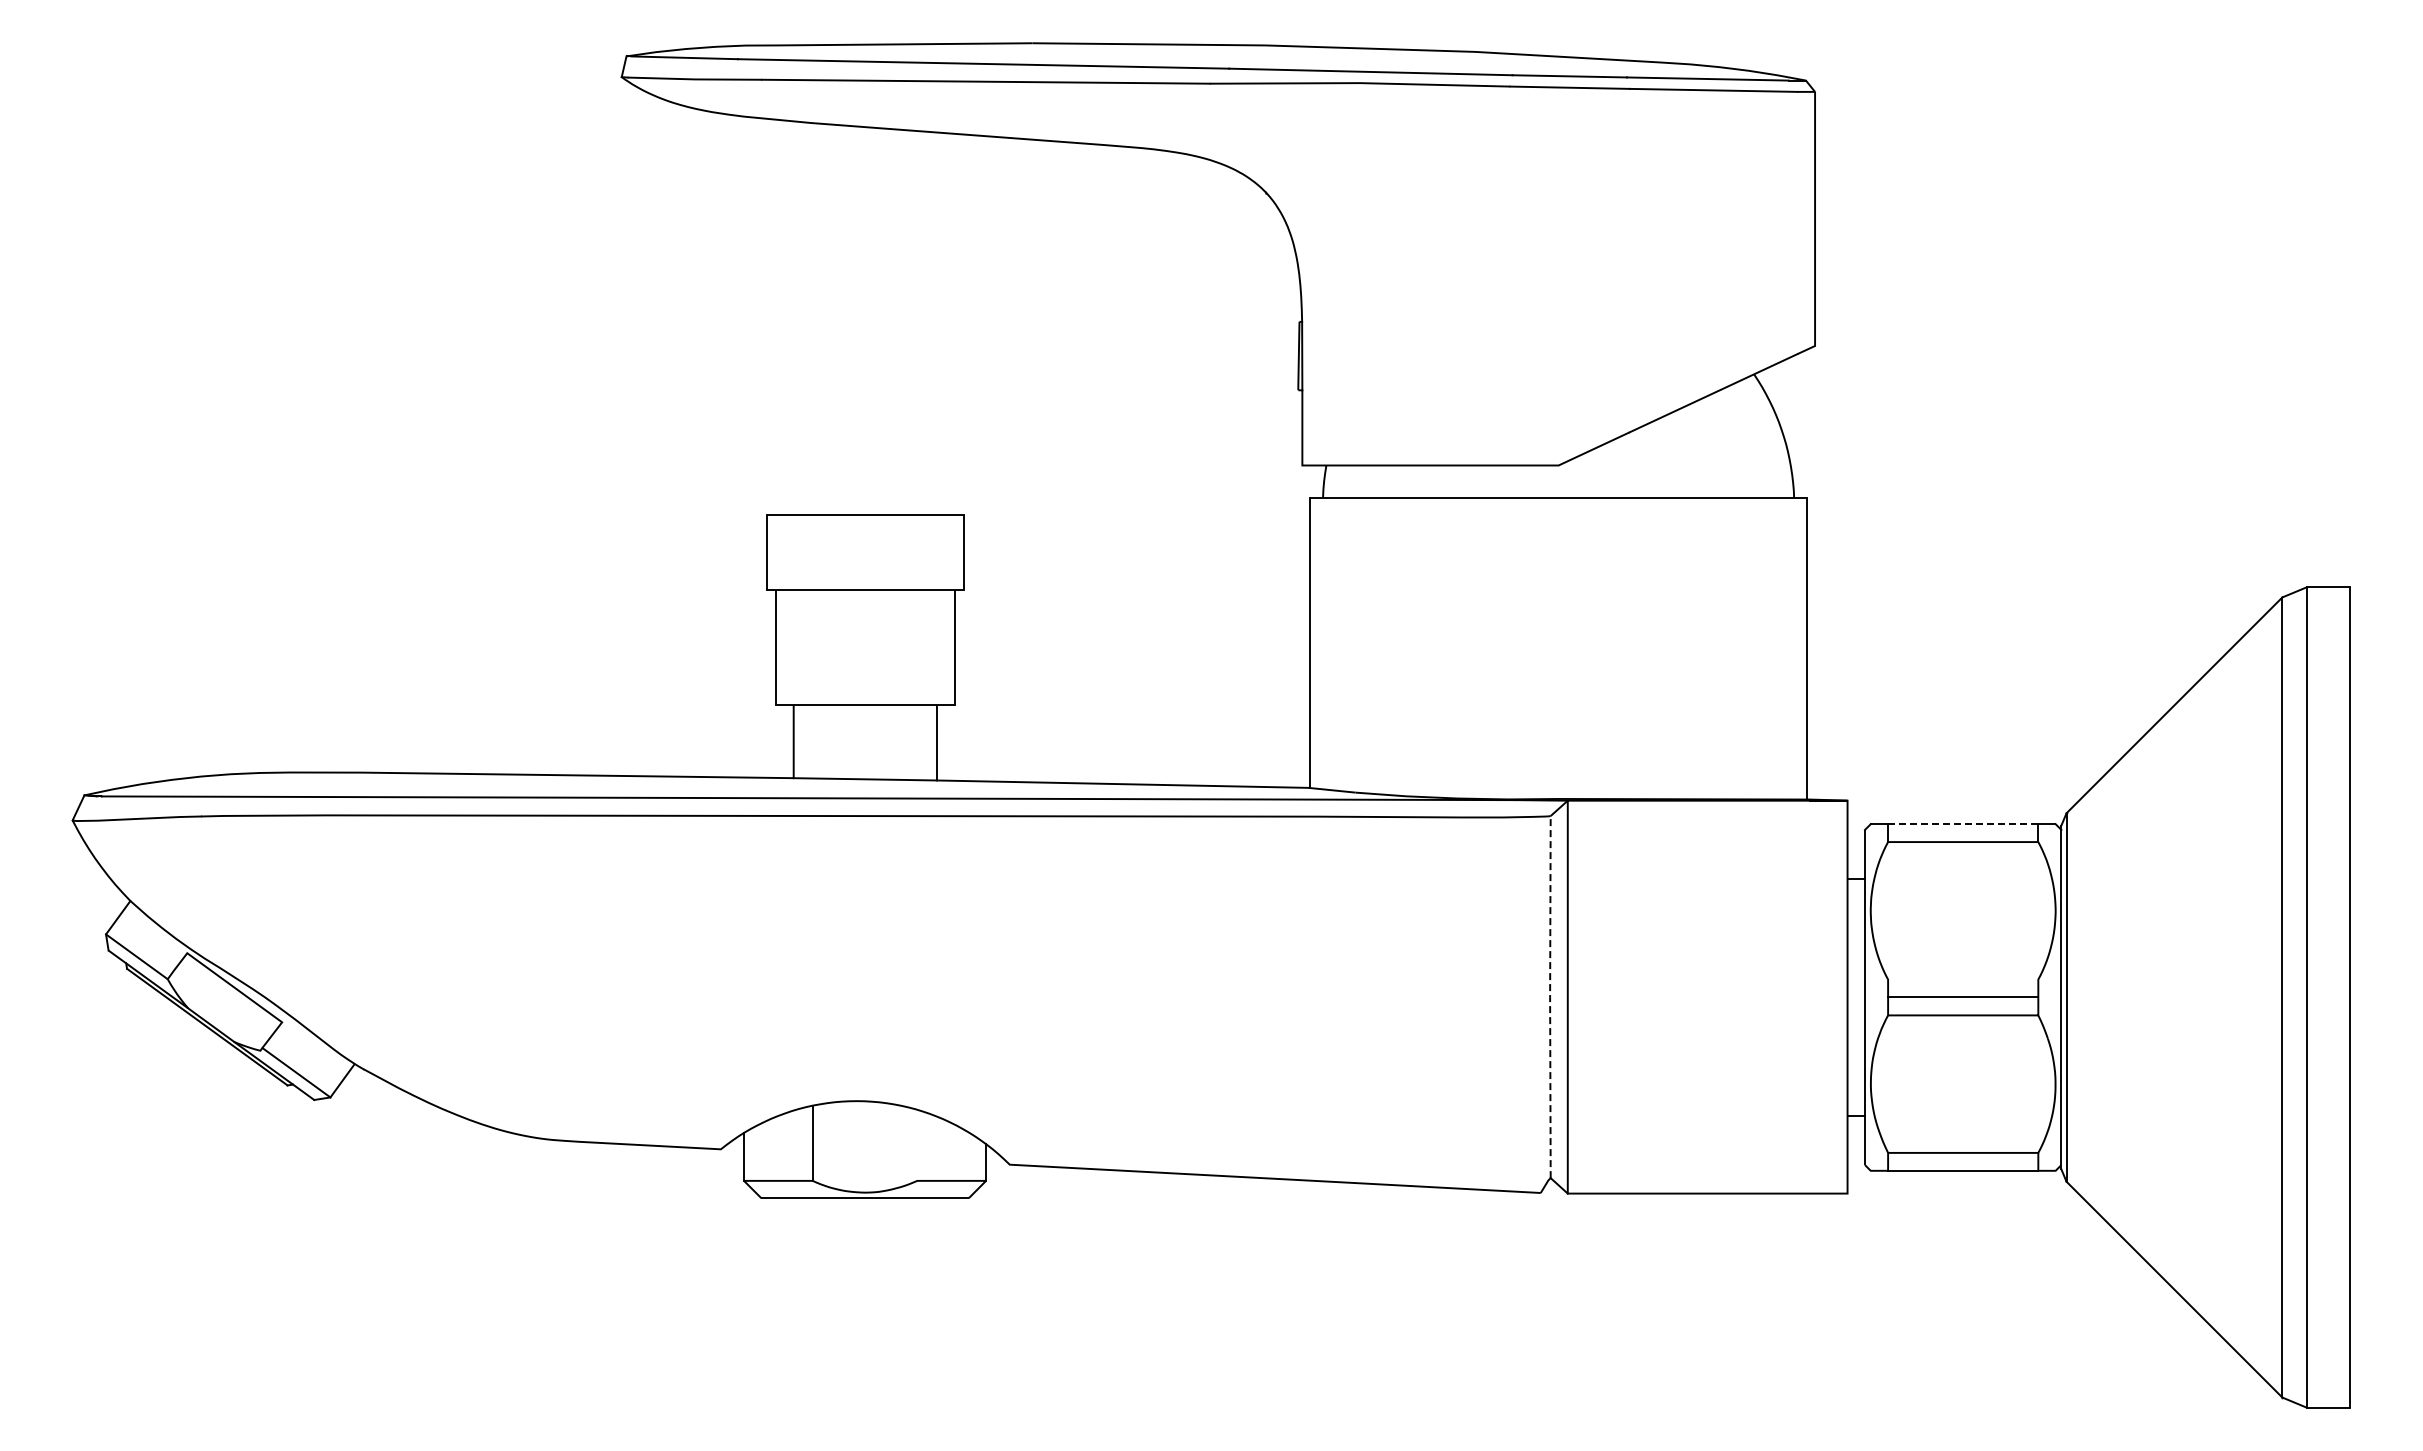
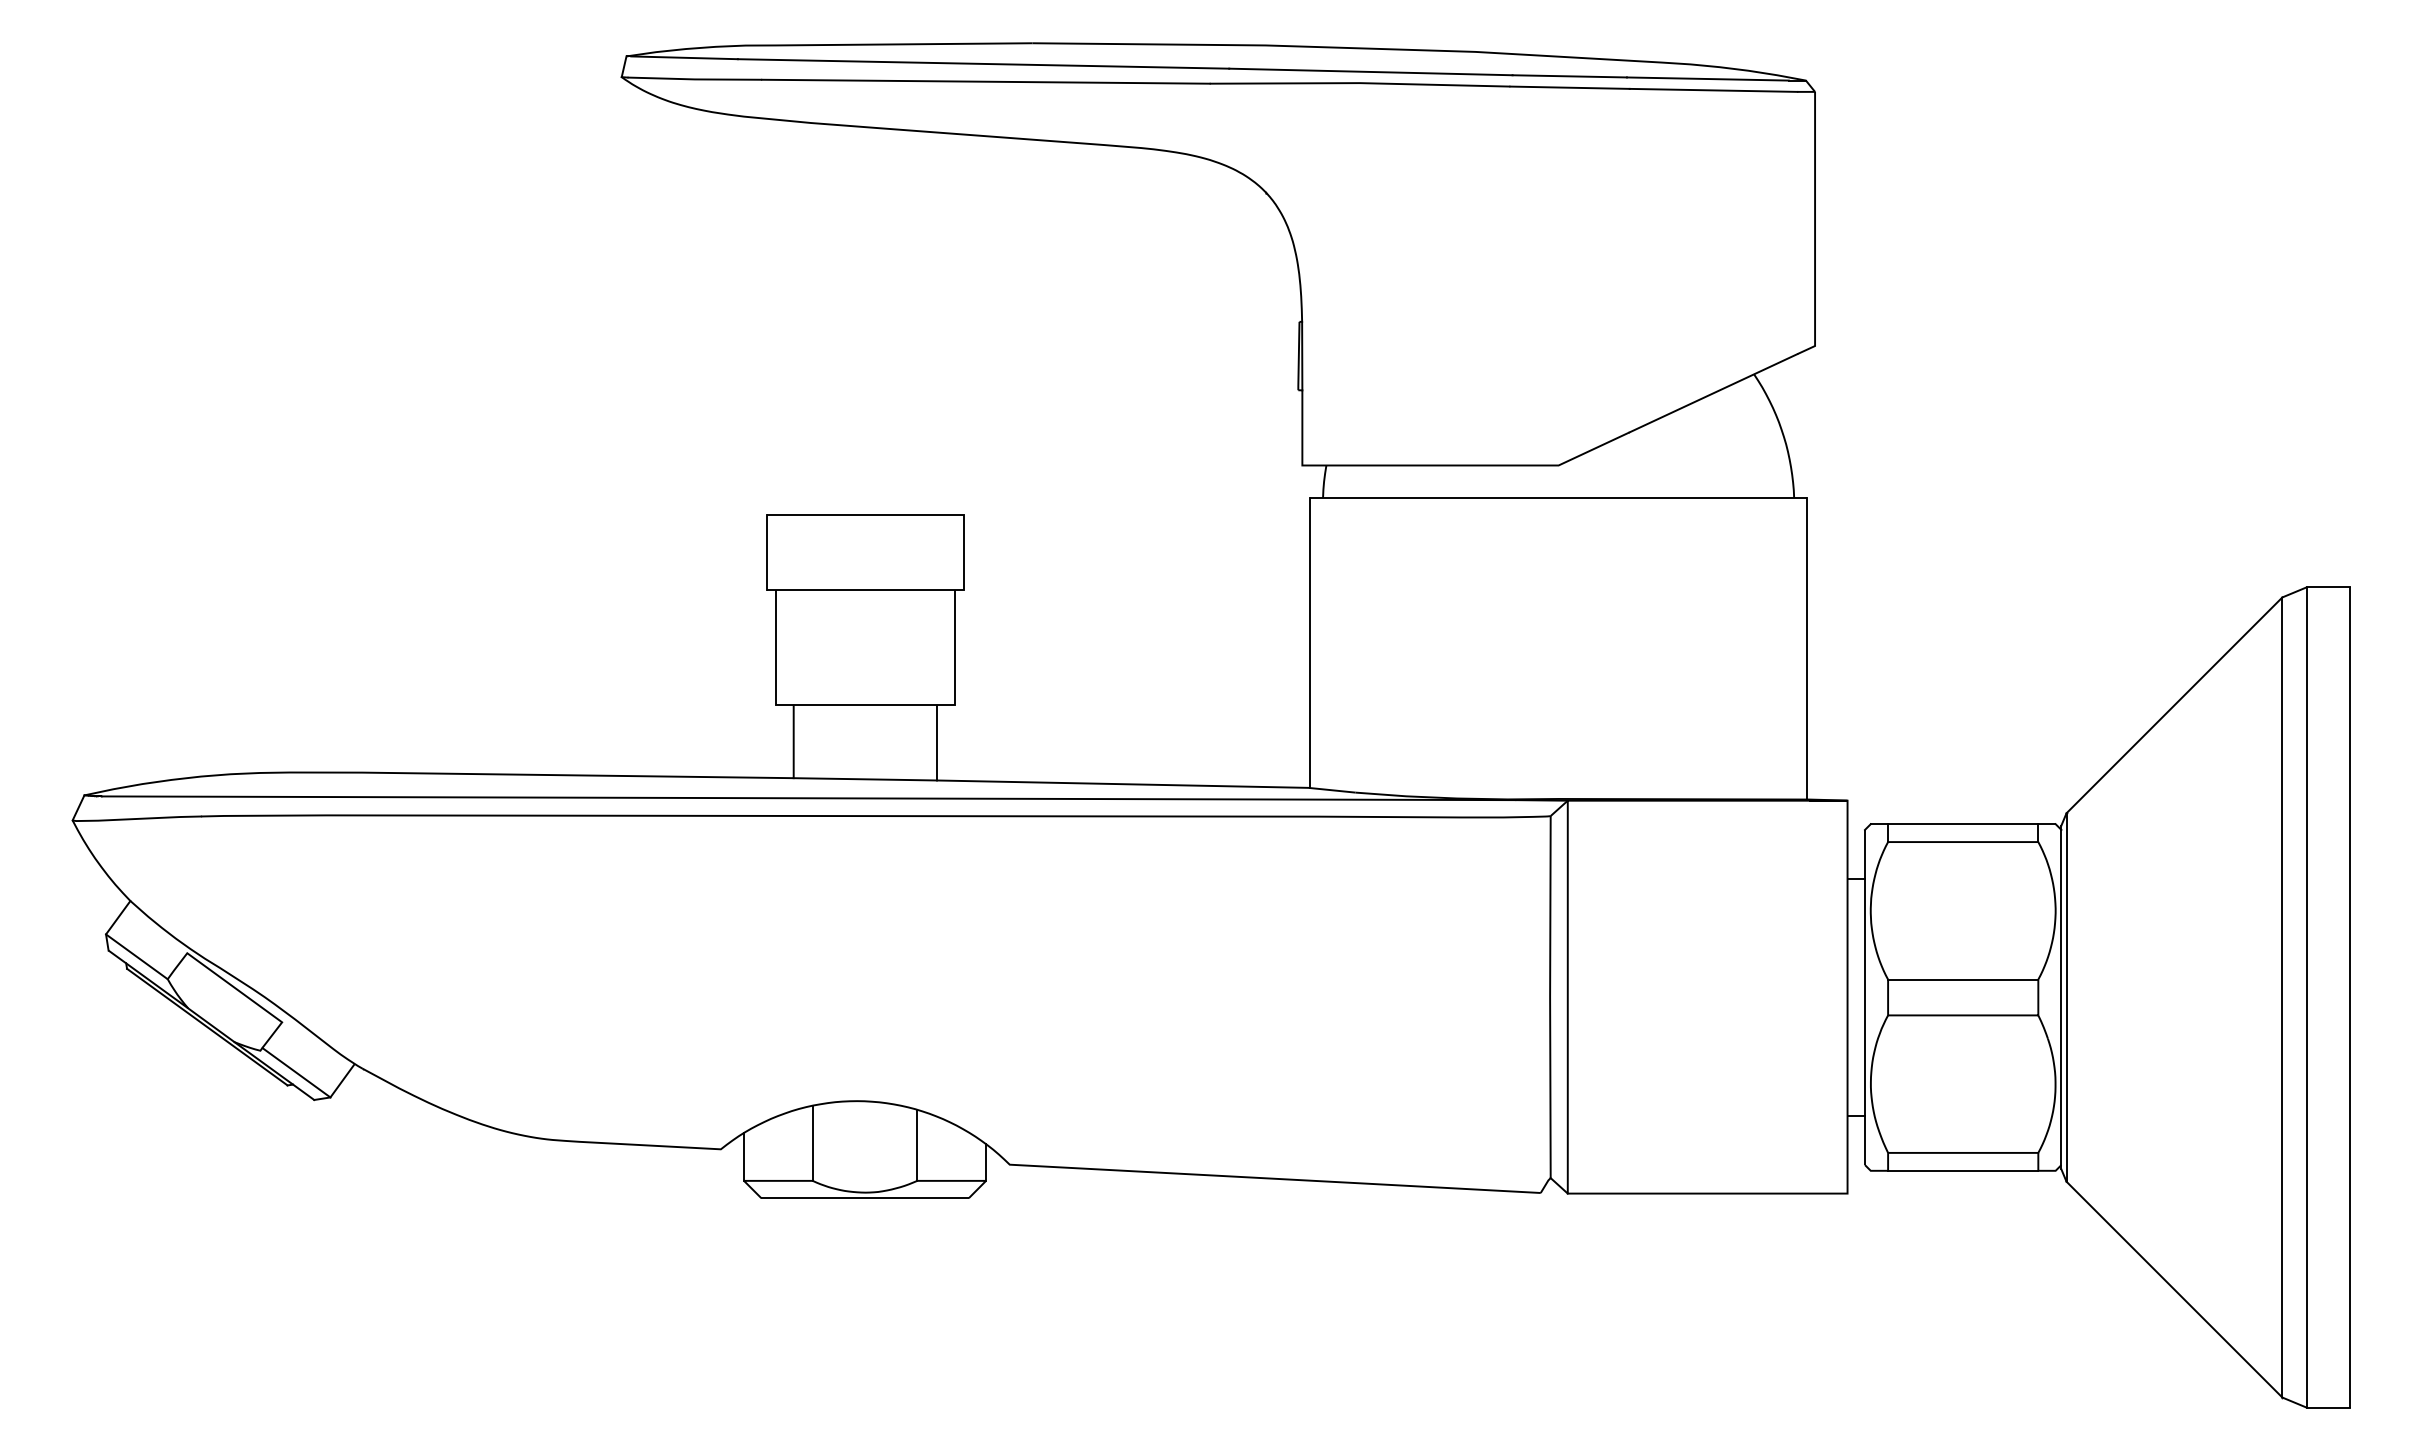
line at (1962, 824): dashed -> solid
line at (1963, 996) position: (1963, 996) -> (1963, 979)
line at (1550, 997): dashed -> solid
line at (917, 1144): none -> present
